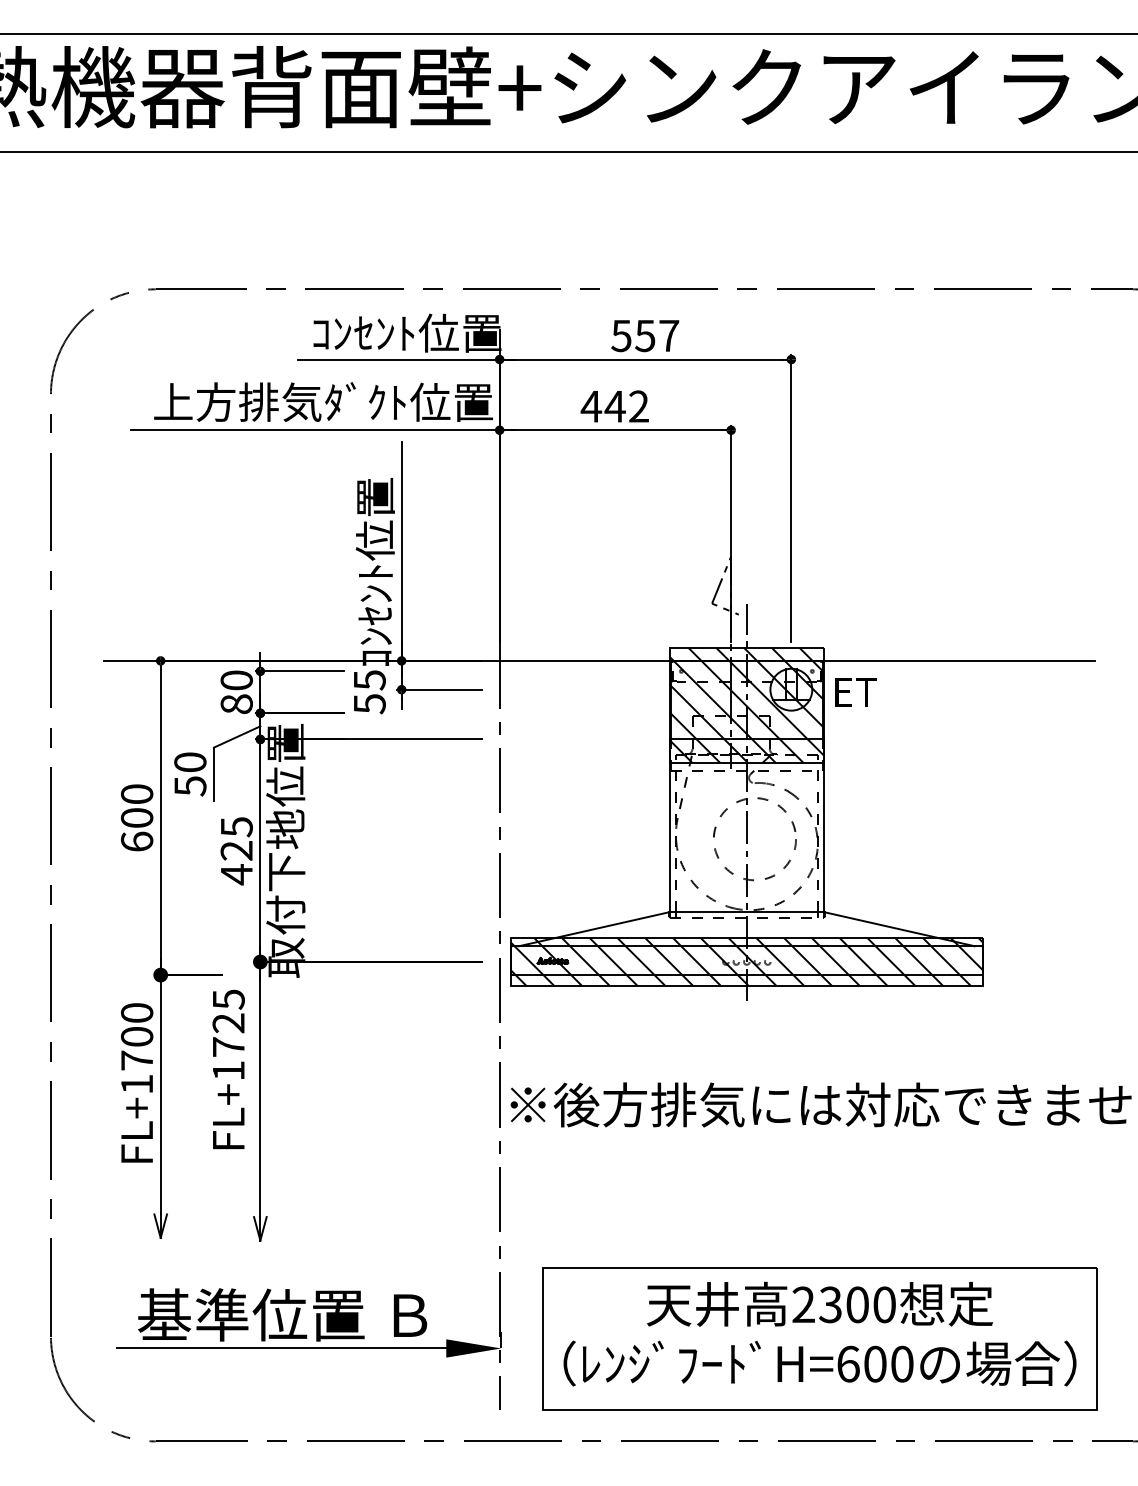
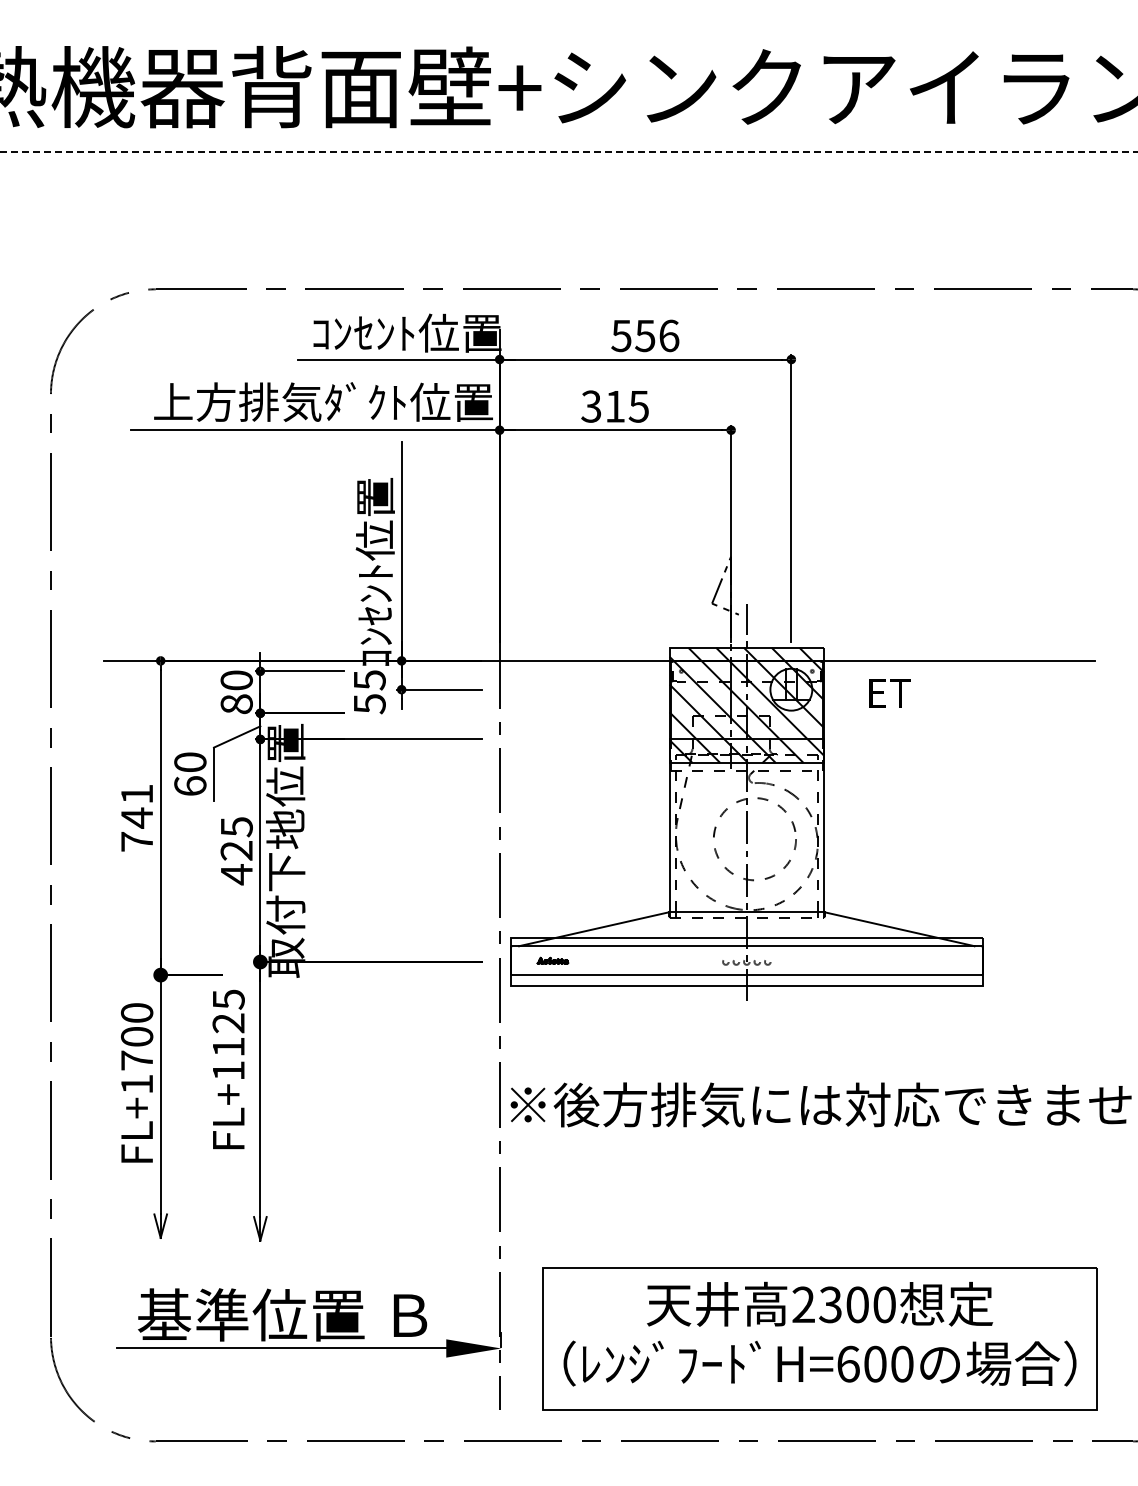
line at (568, 33): present -> none
line at (568, 152): solid -> dashed
text at (669, 335): 557 -> 556
text at (614, 406): 442 -> 315
text at (855, 692) position: (855, 692) -> (889, 693)
text at (190, 786): 50 -> 60
text at (136, 817): 600 -> 741
hatch at (746, 961): present -> none
text at (228, 1046): FL+1725 -> FL+1125
